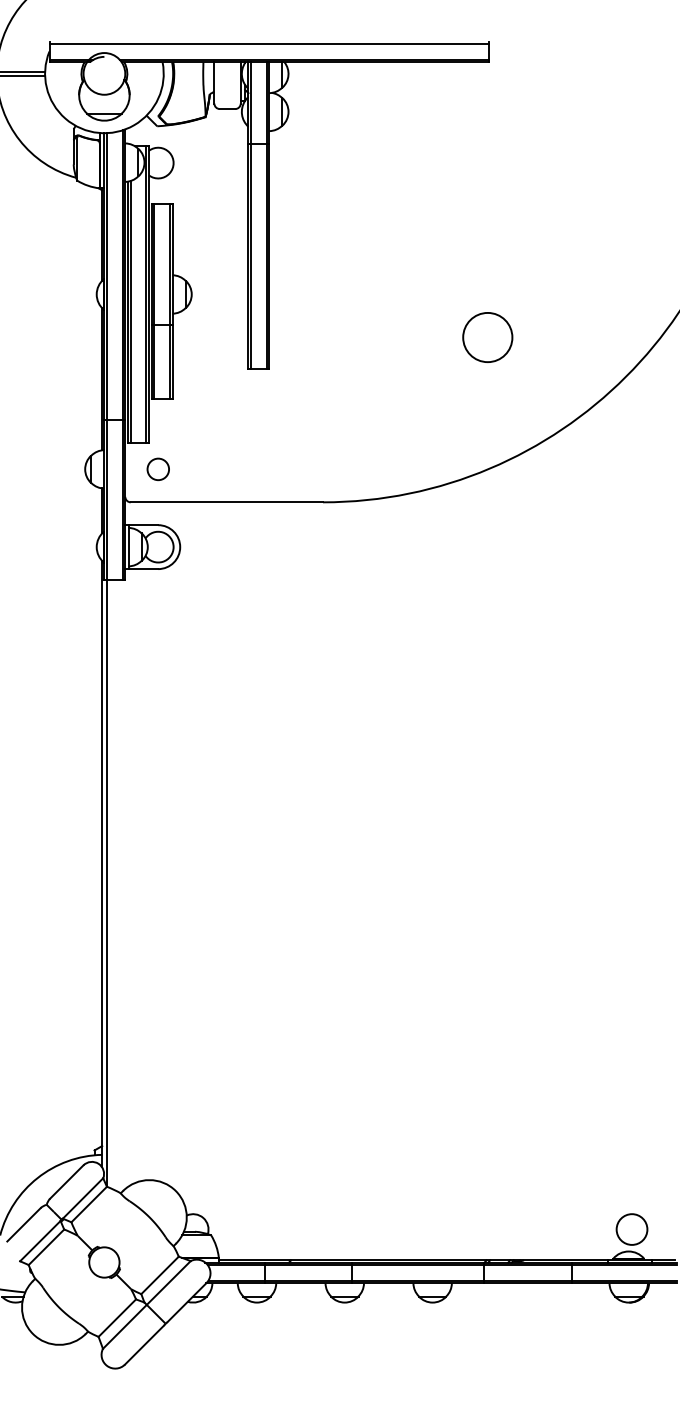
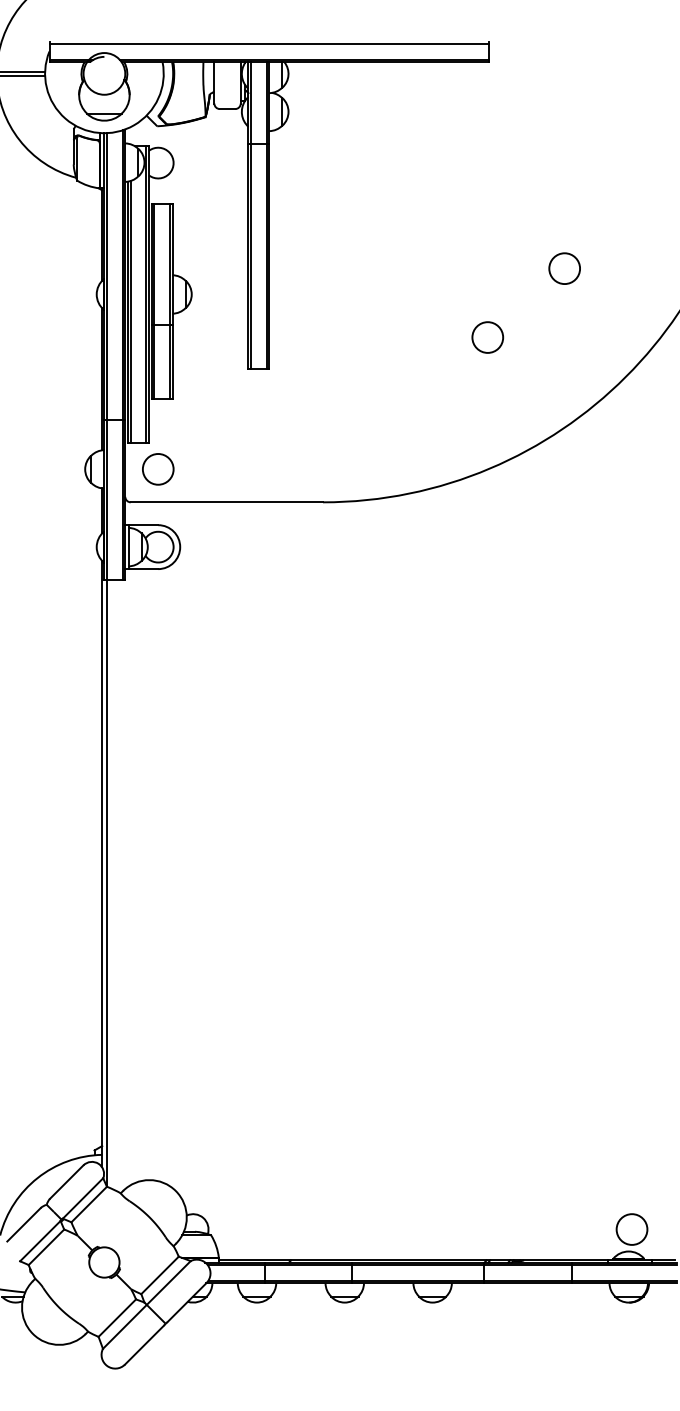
circle at (564, 268): none -> present
circle at (487, 337) diameter: 49 px -> 31 px
circle at (157, 469) size: 24x25 px -> 33x33 px
